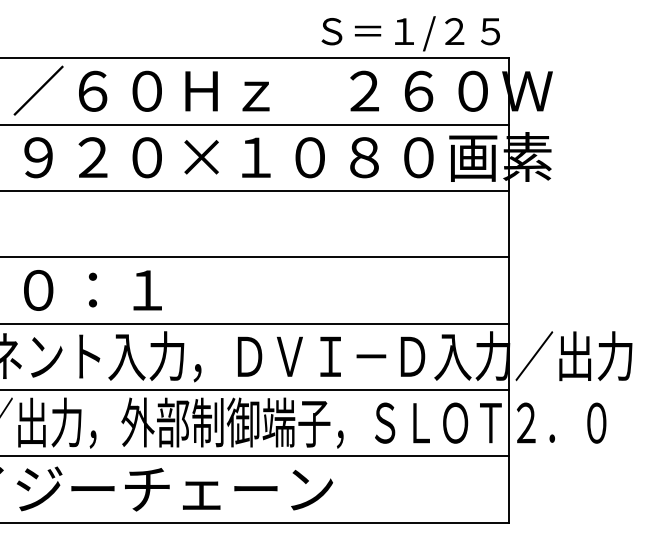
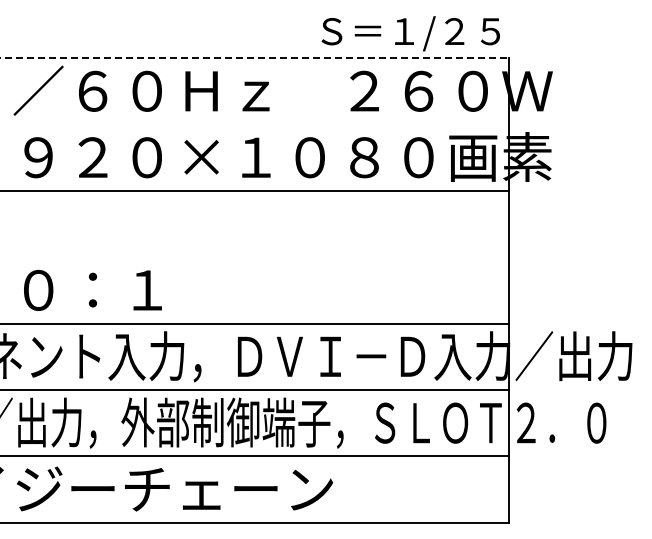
line at (255, 58): solid -> dashed
line at (255, 124): present -> none
line at (255, 257): present -> none
